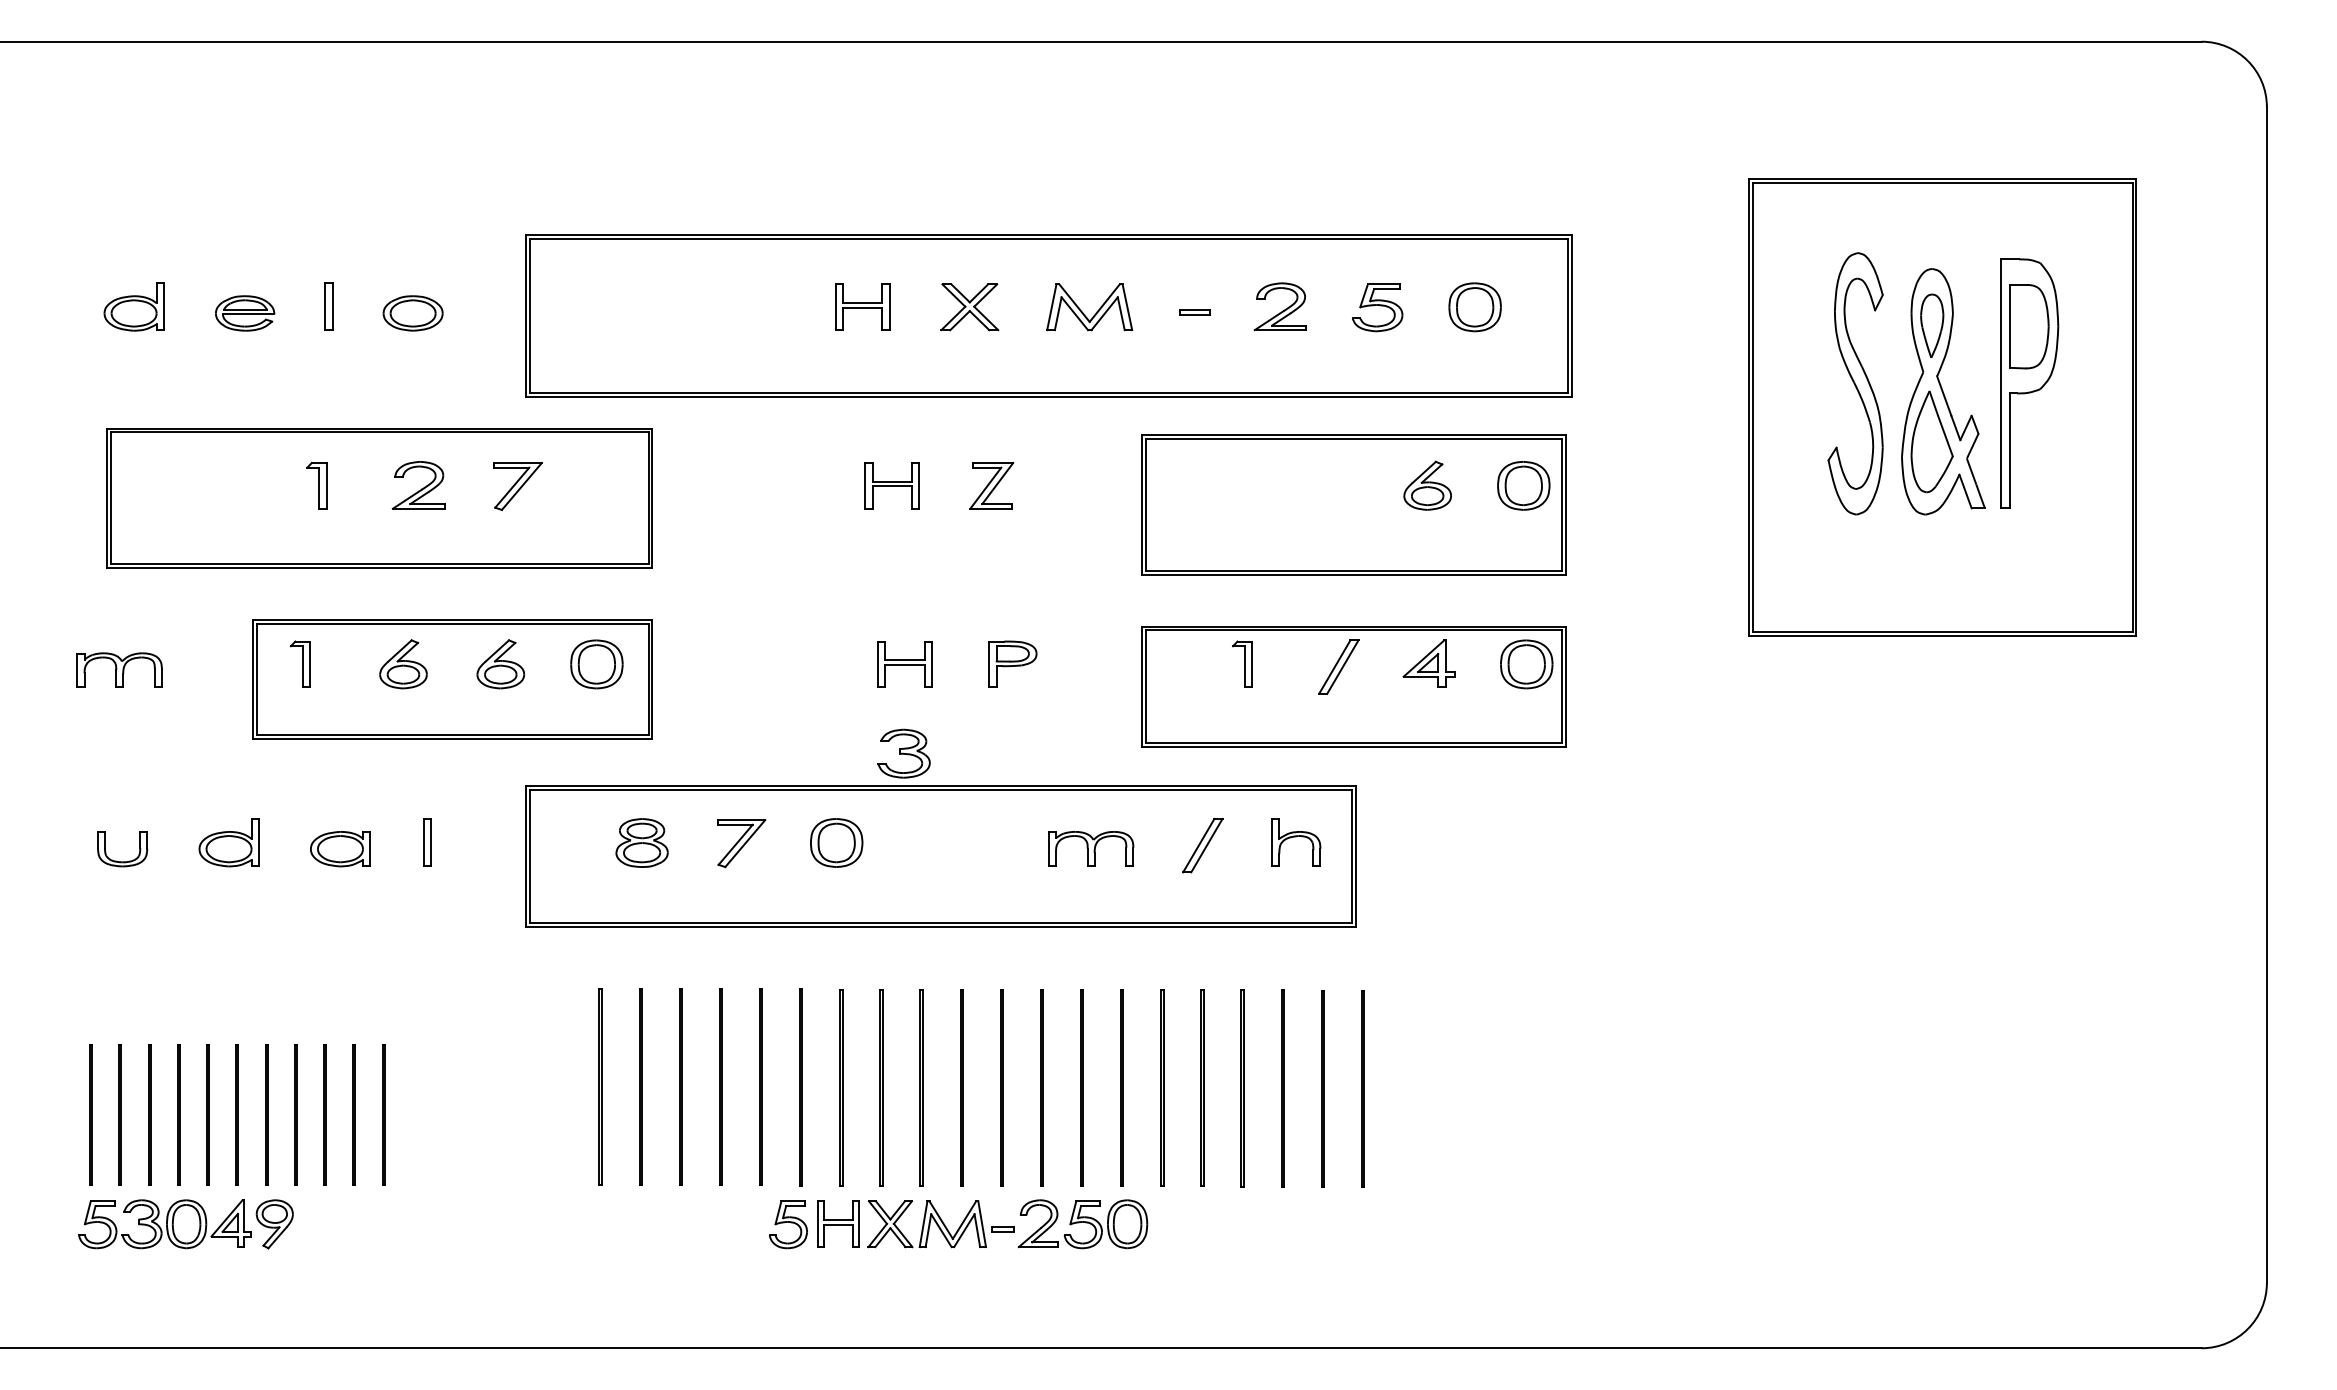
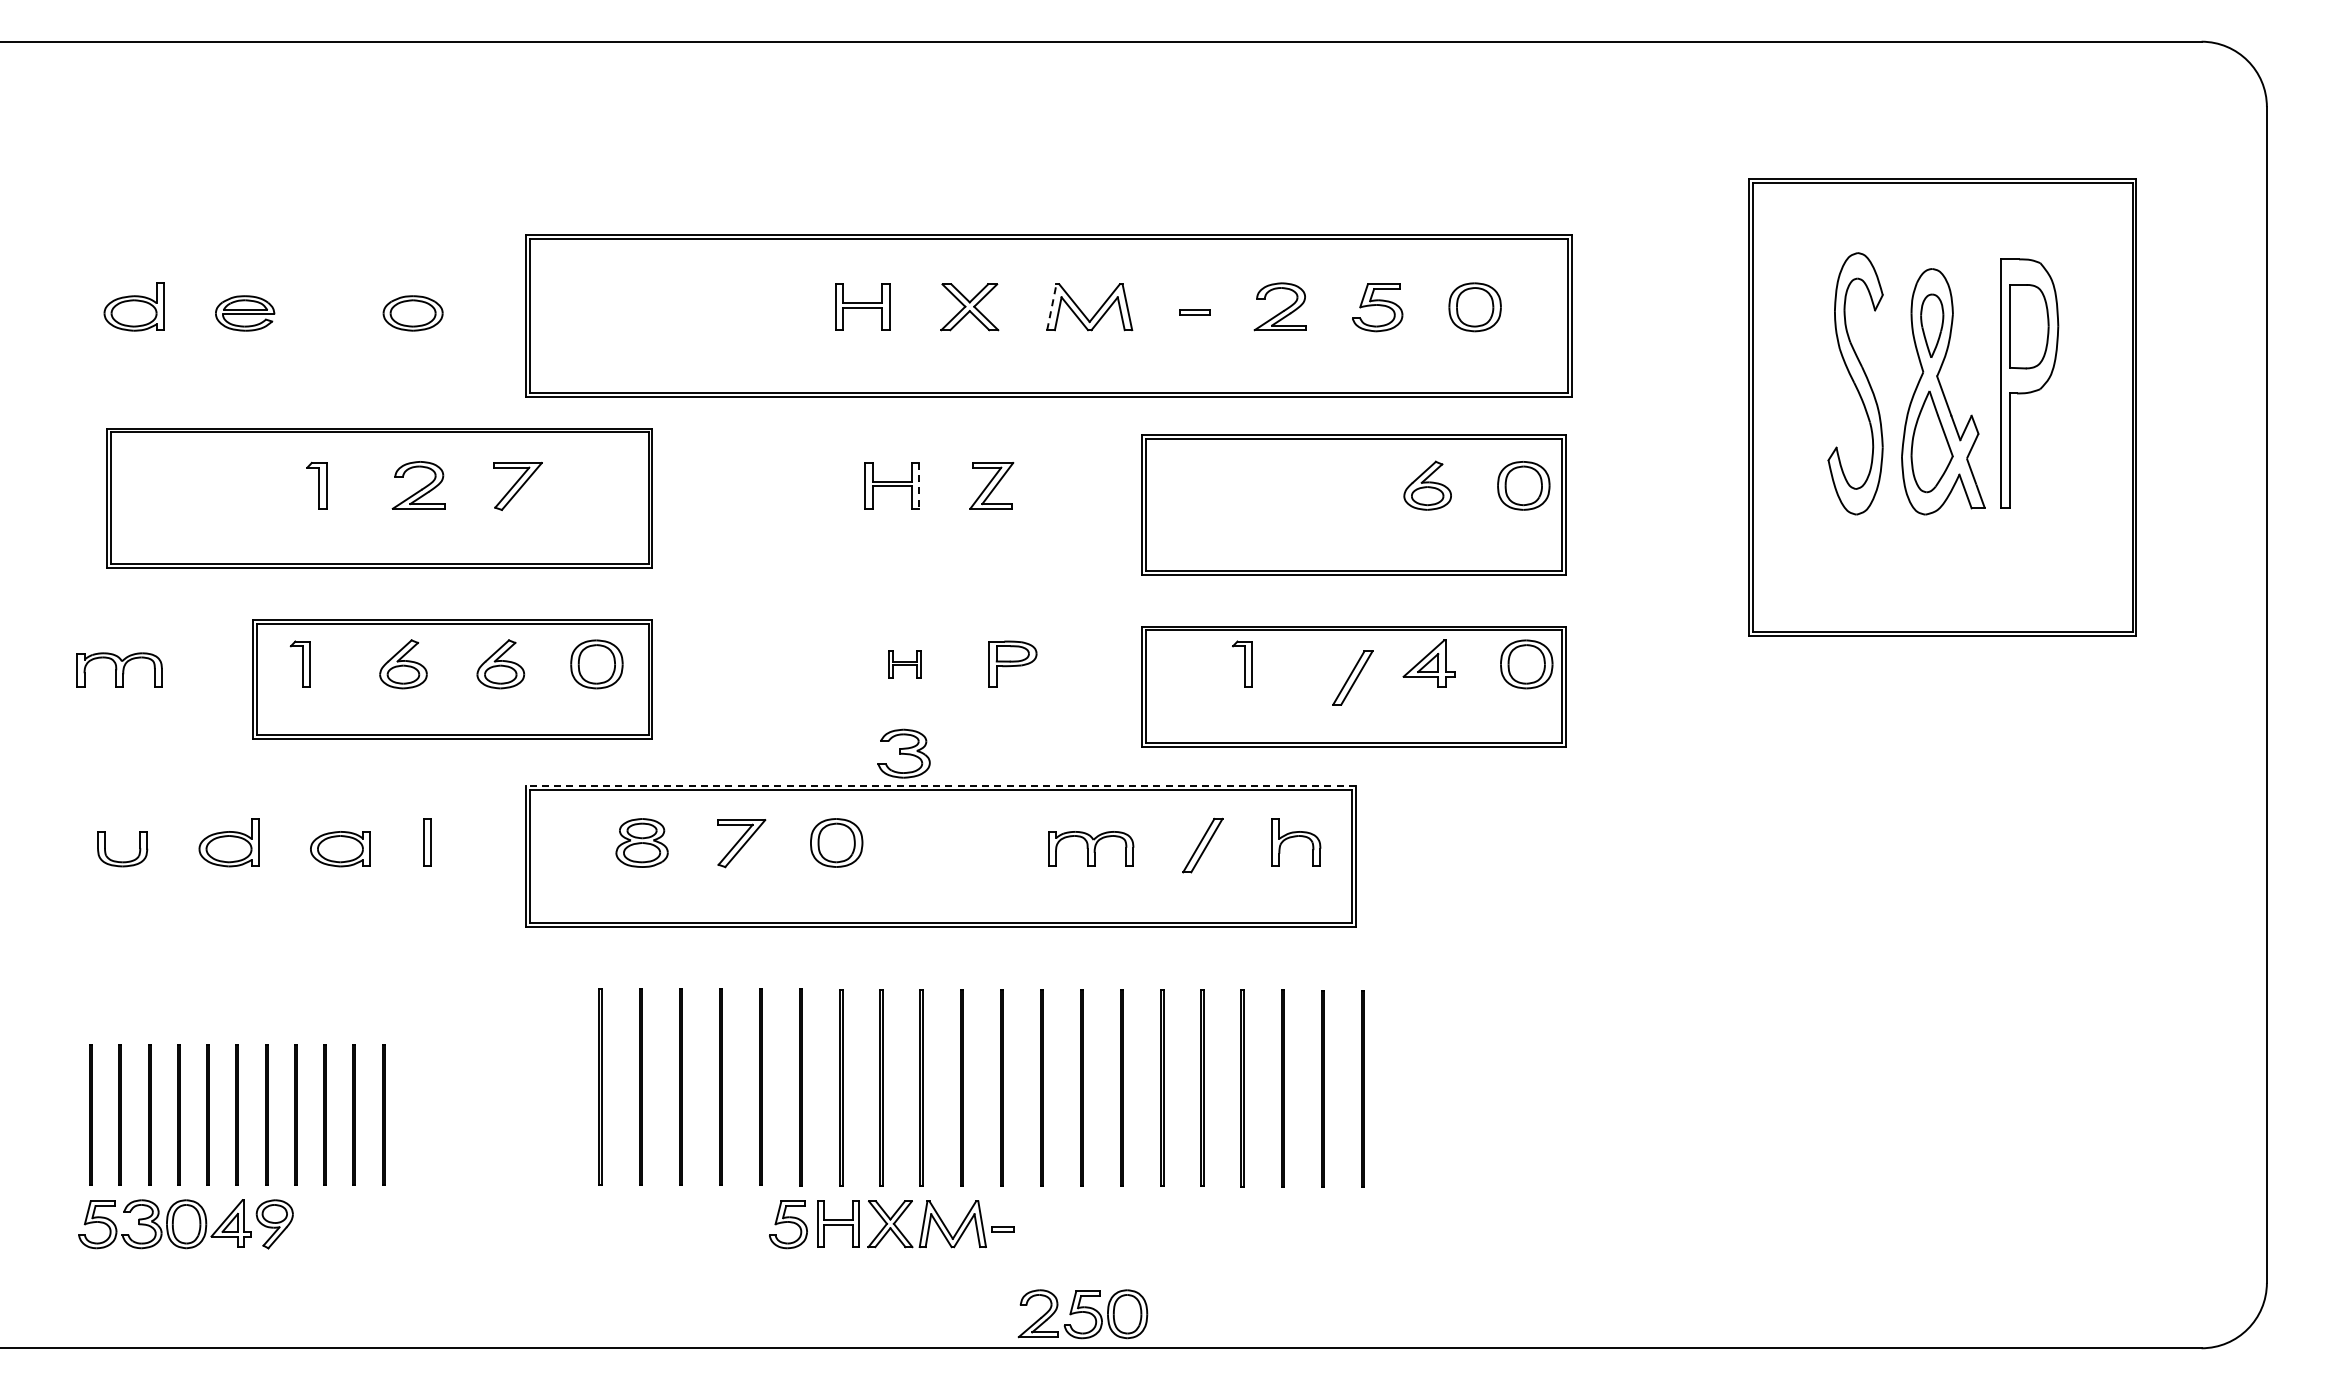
part at (328, 306): present -> none
line at (1051, 306): solid -> dashed
line at (919, 485): solid -> dashed
part at (904, 664) size: 56x47 px -> 34x29 px
part at (1338, 666) position: (1338, 666) -> (1352, 677)
line at (941, 785): solid -> dashed
part at (1082, 1224) position: (1082, 1224) -> (1082, 1314)
